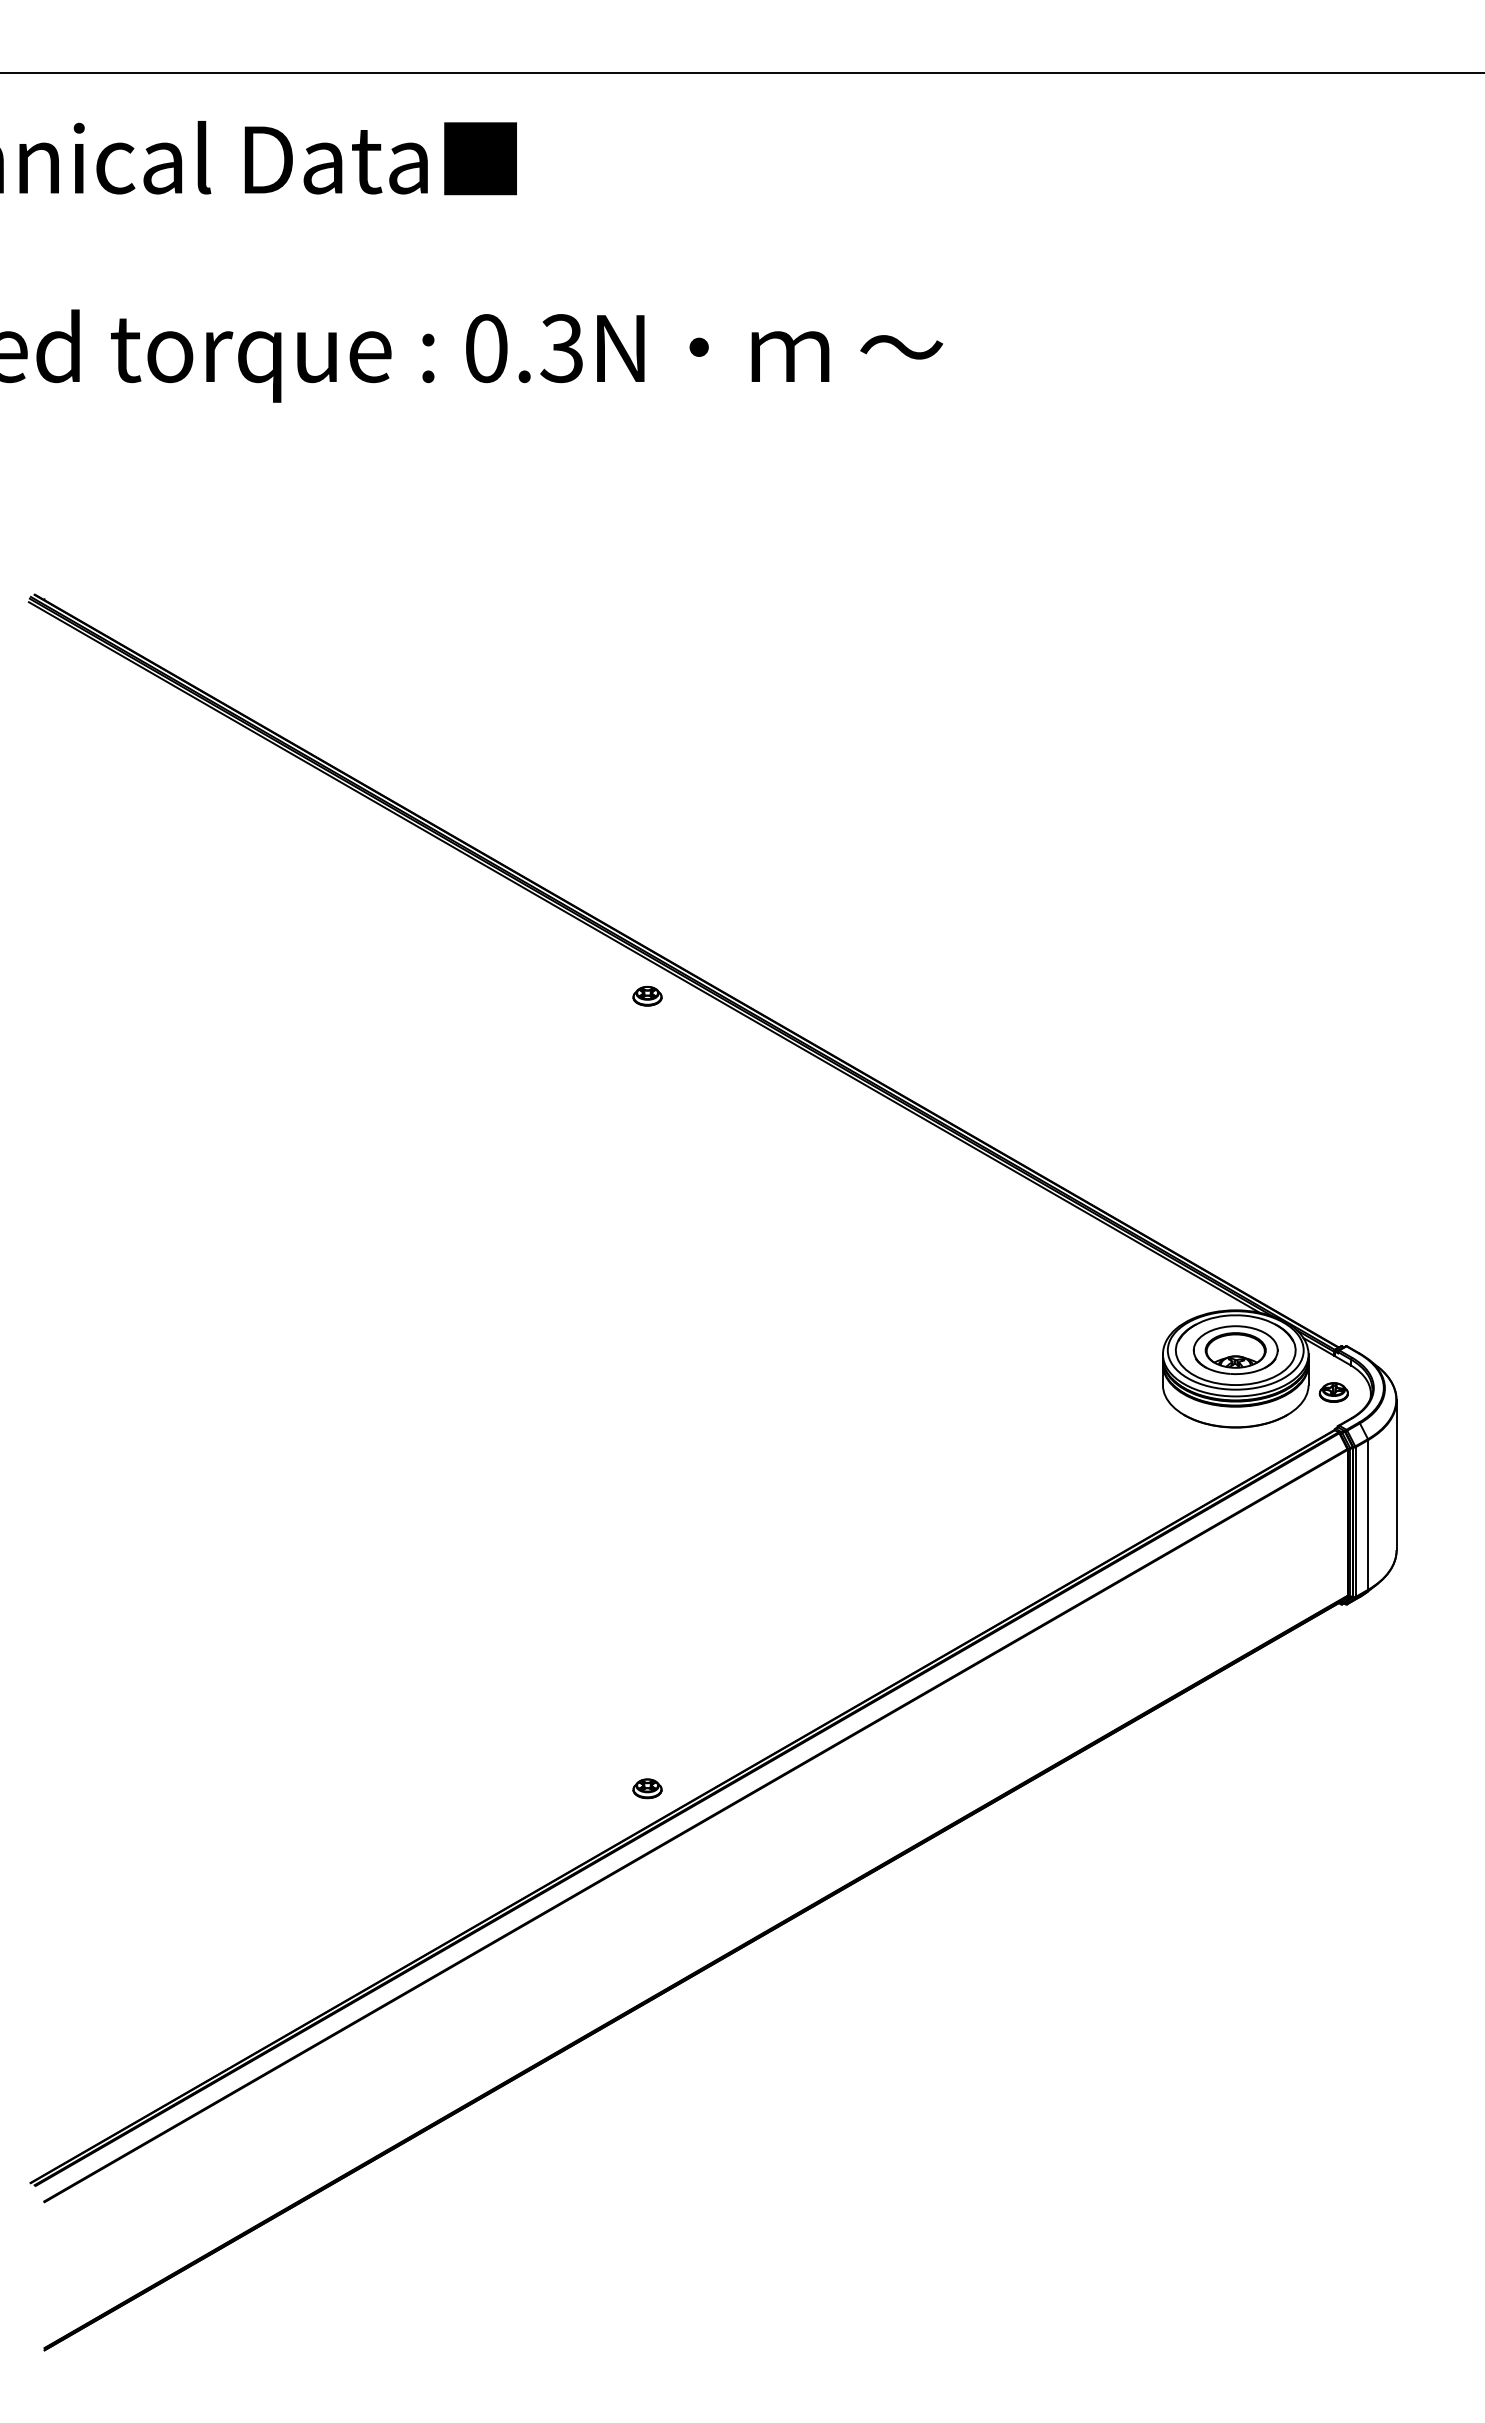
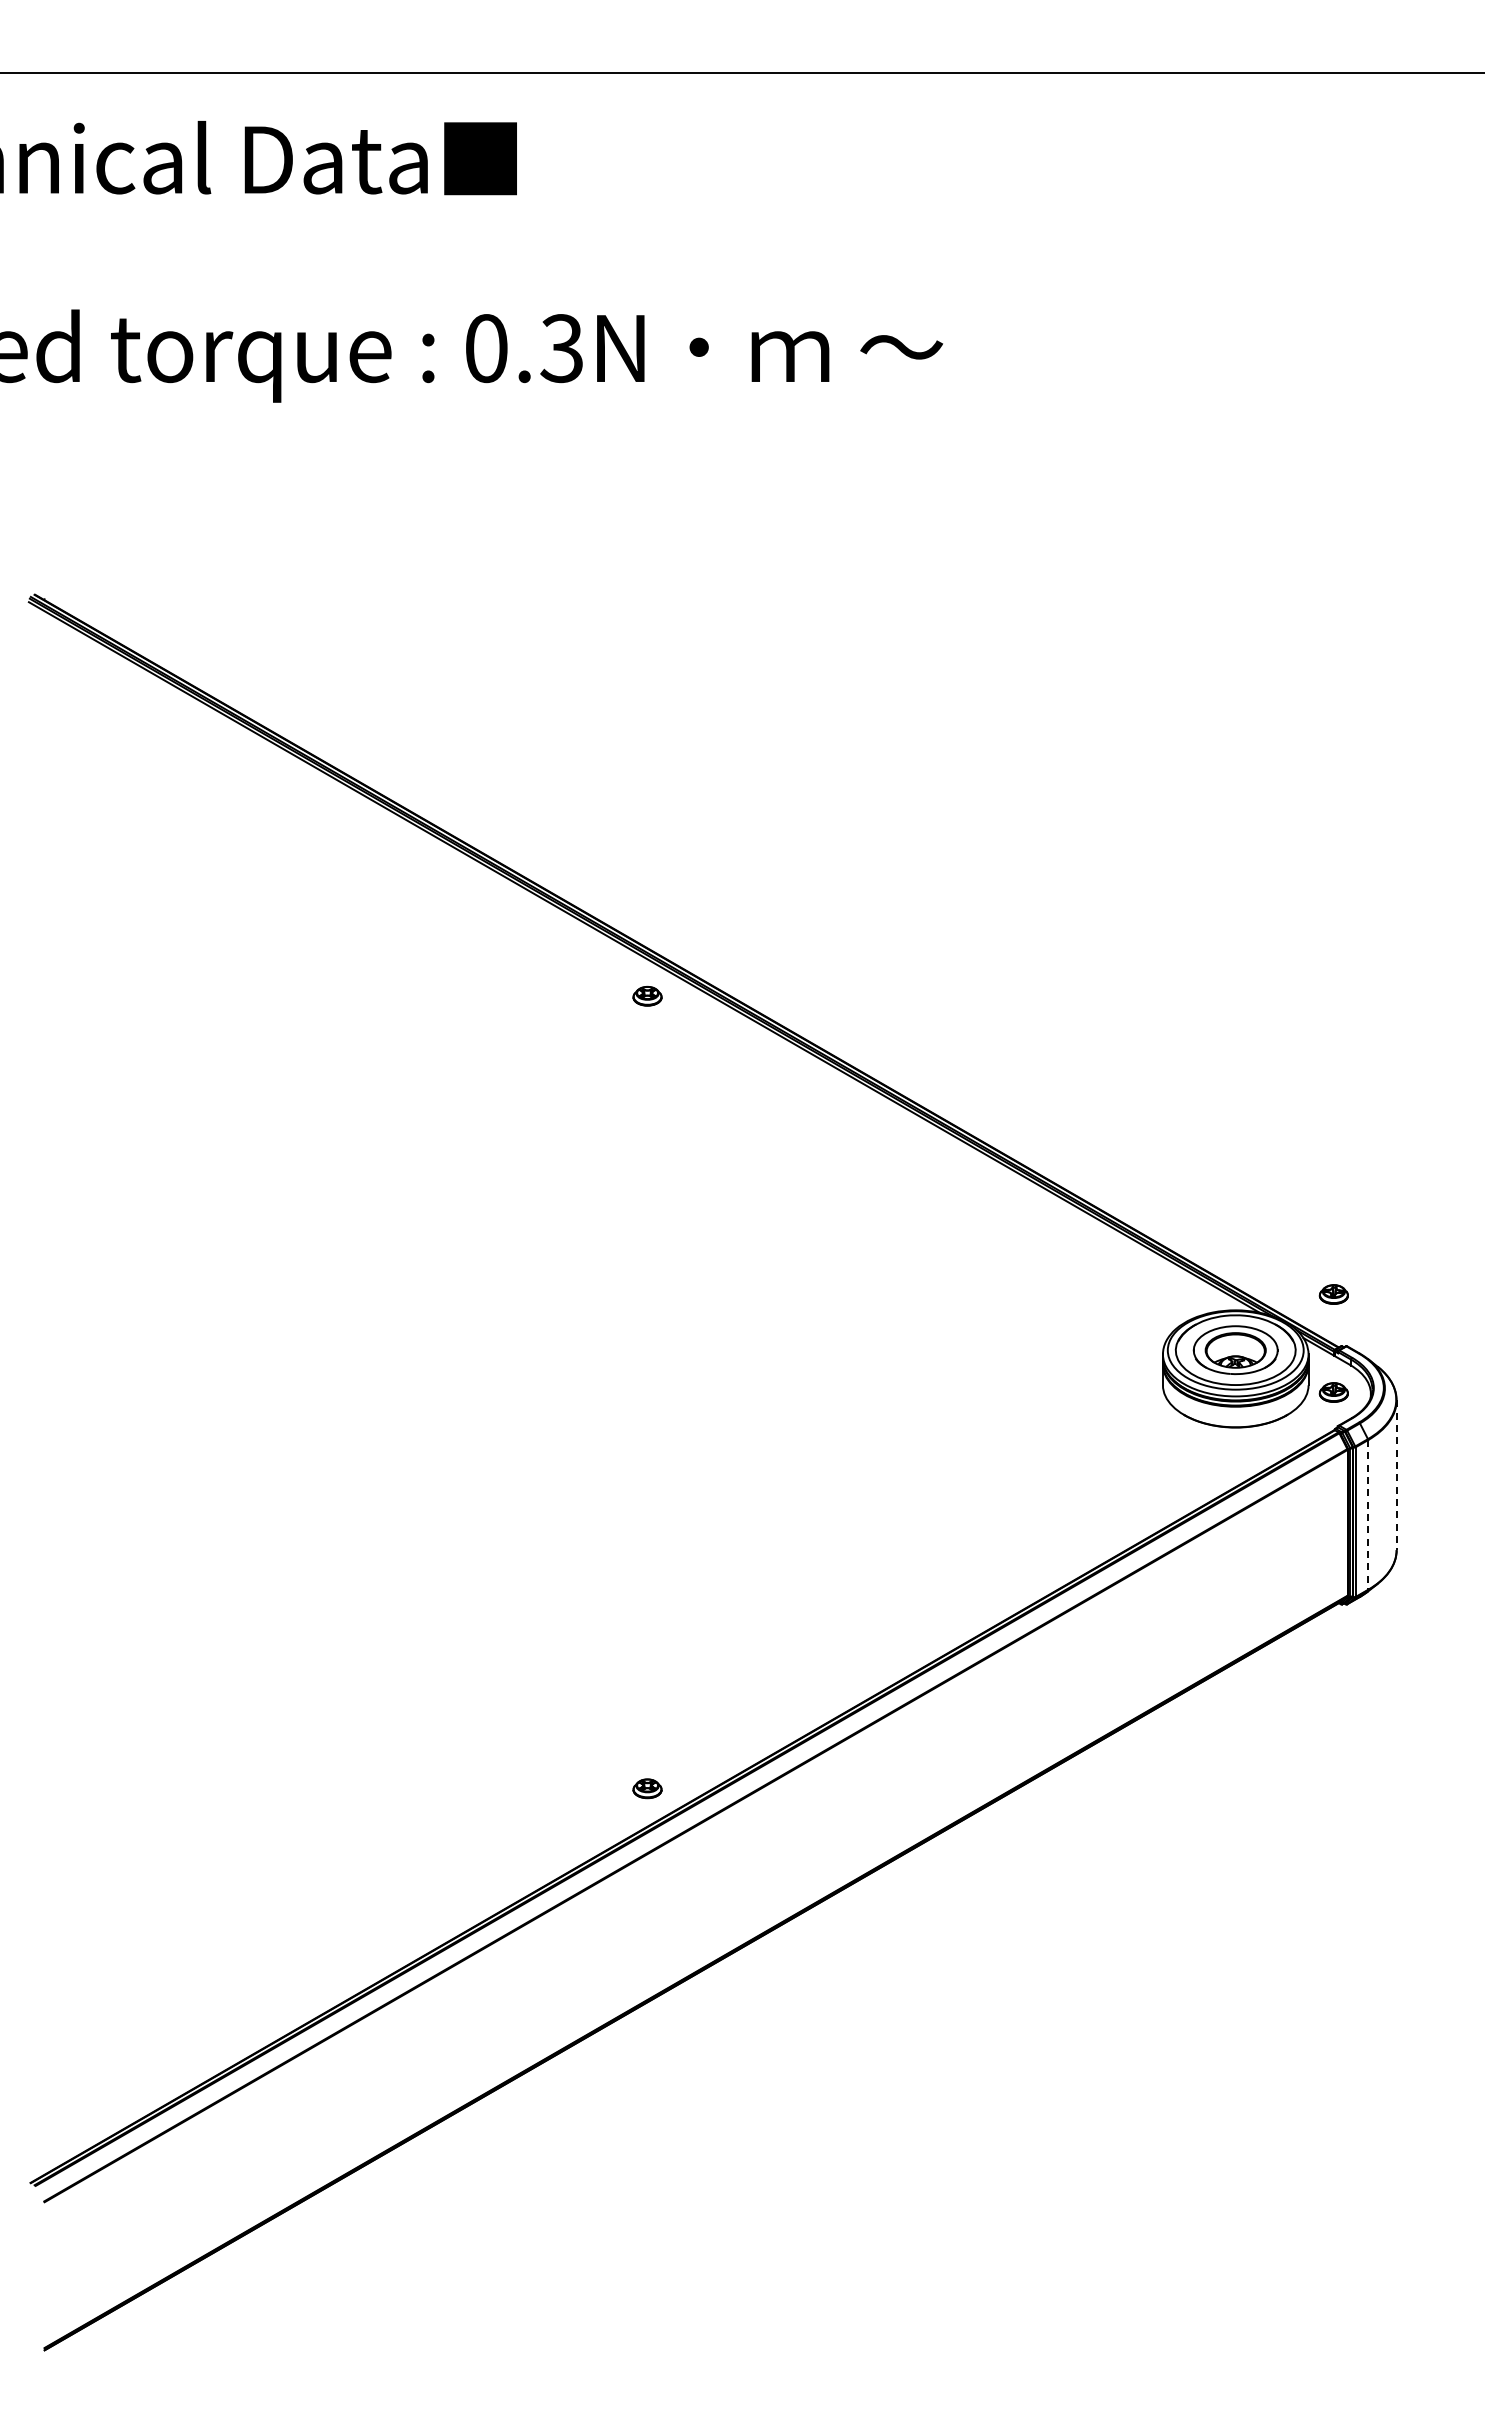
part at (1333, 1294): none -> present
line at (1396, 1475): solid -> dashed
line at (1368, 1514): solid -> dashed
